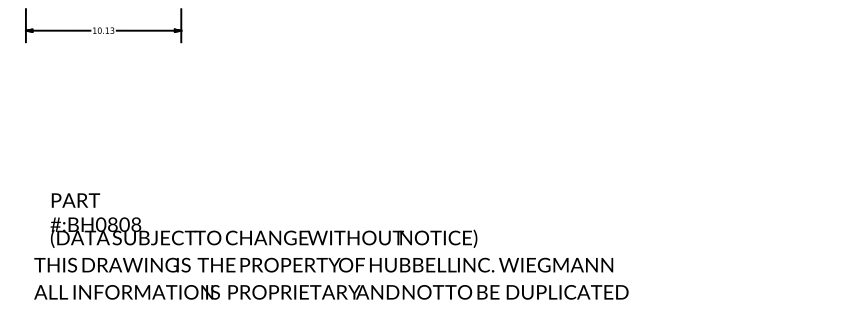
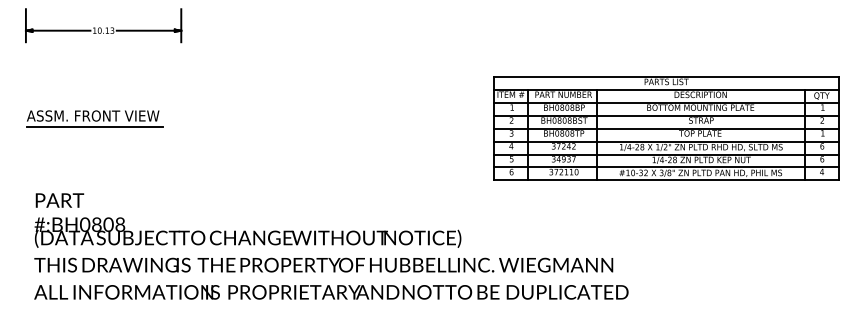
part at (94, 118): none -> present
part at (666, 128): none -> present
text at (263, 220) position: (263, 220) -> (247, 220)
